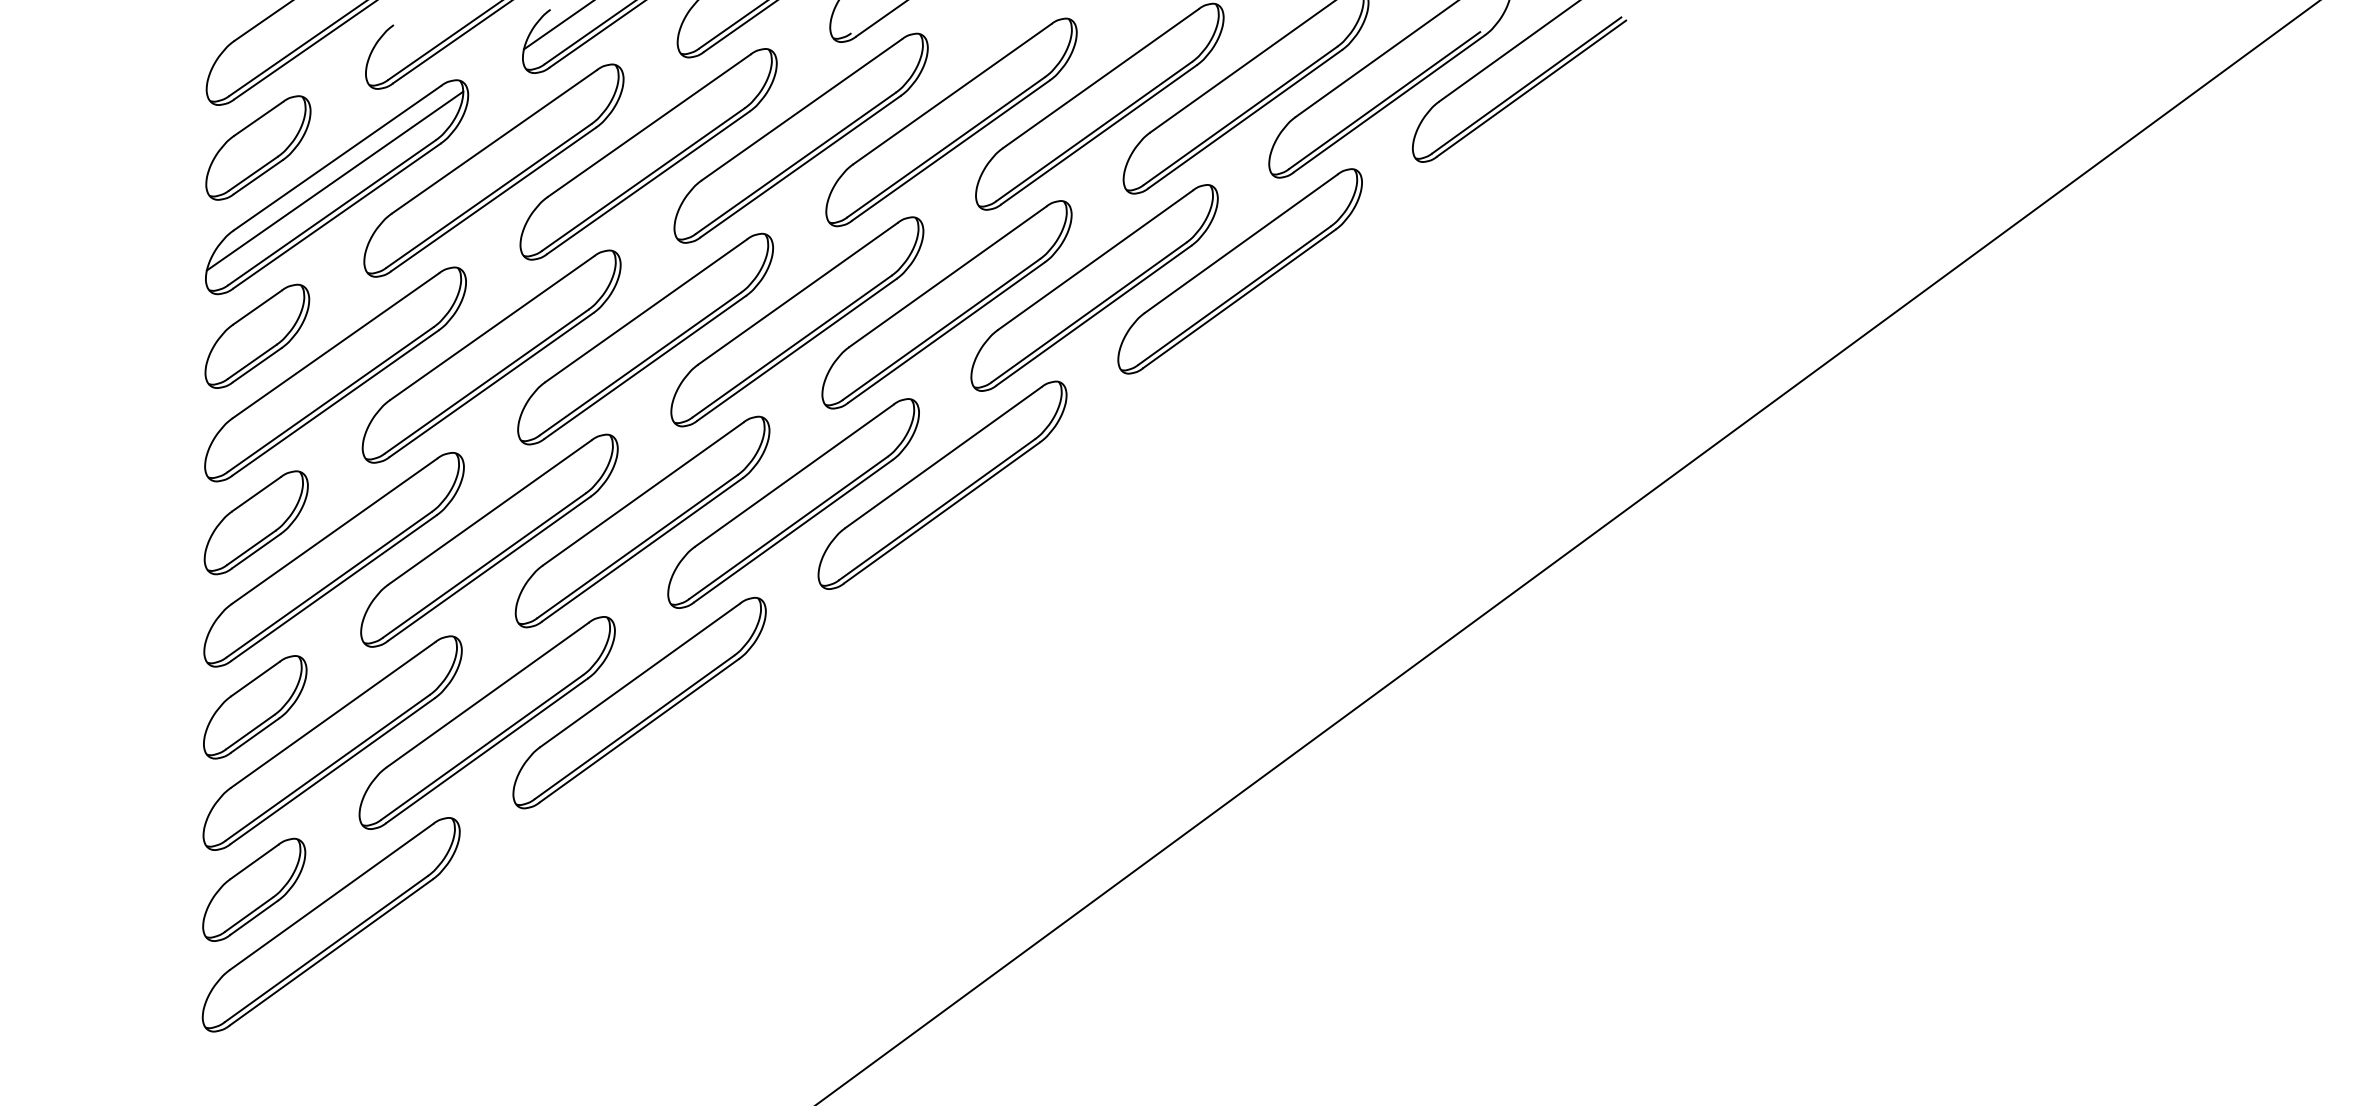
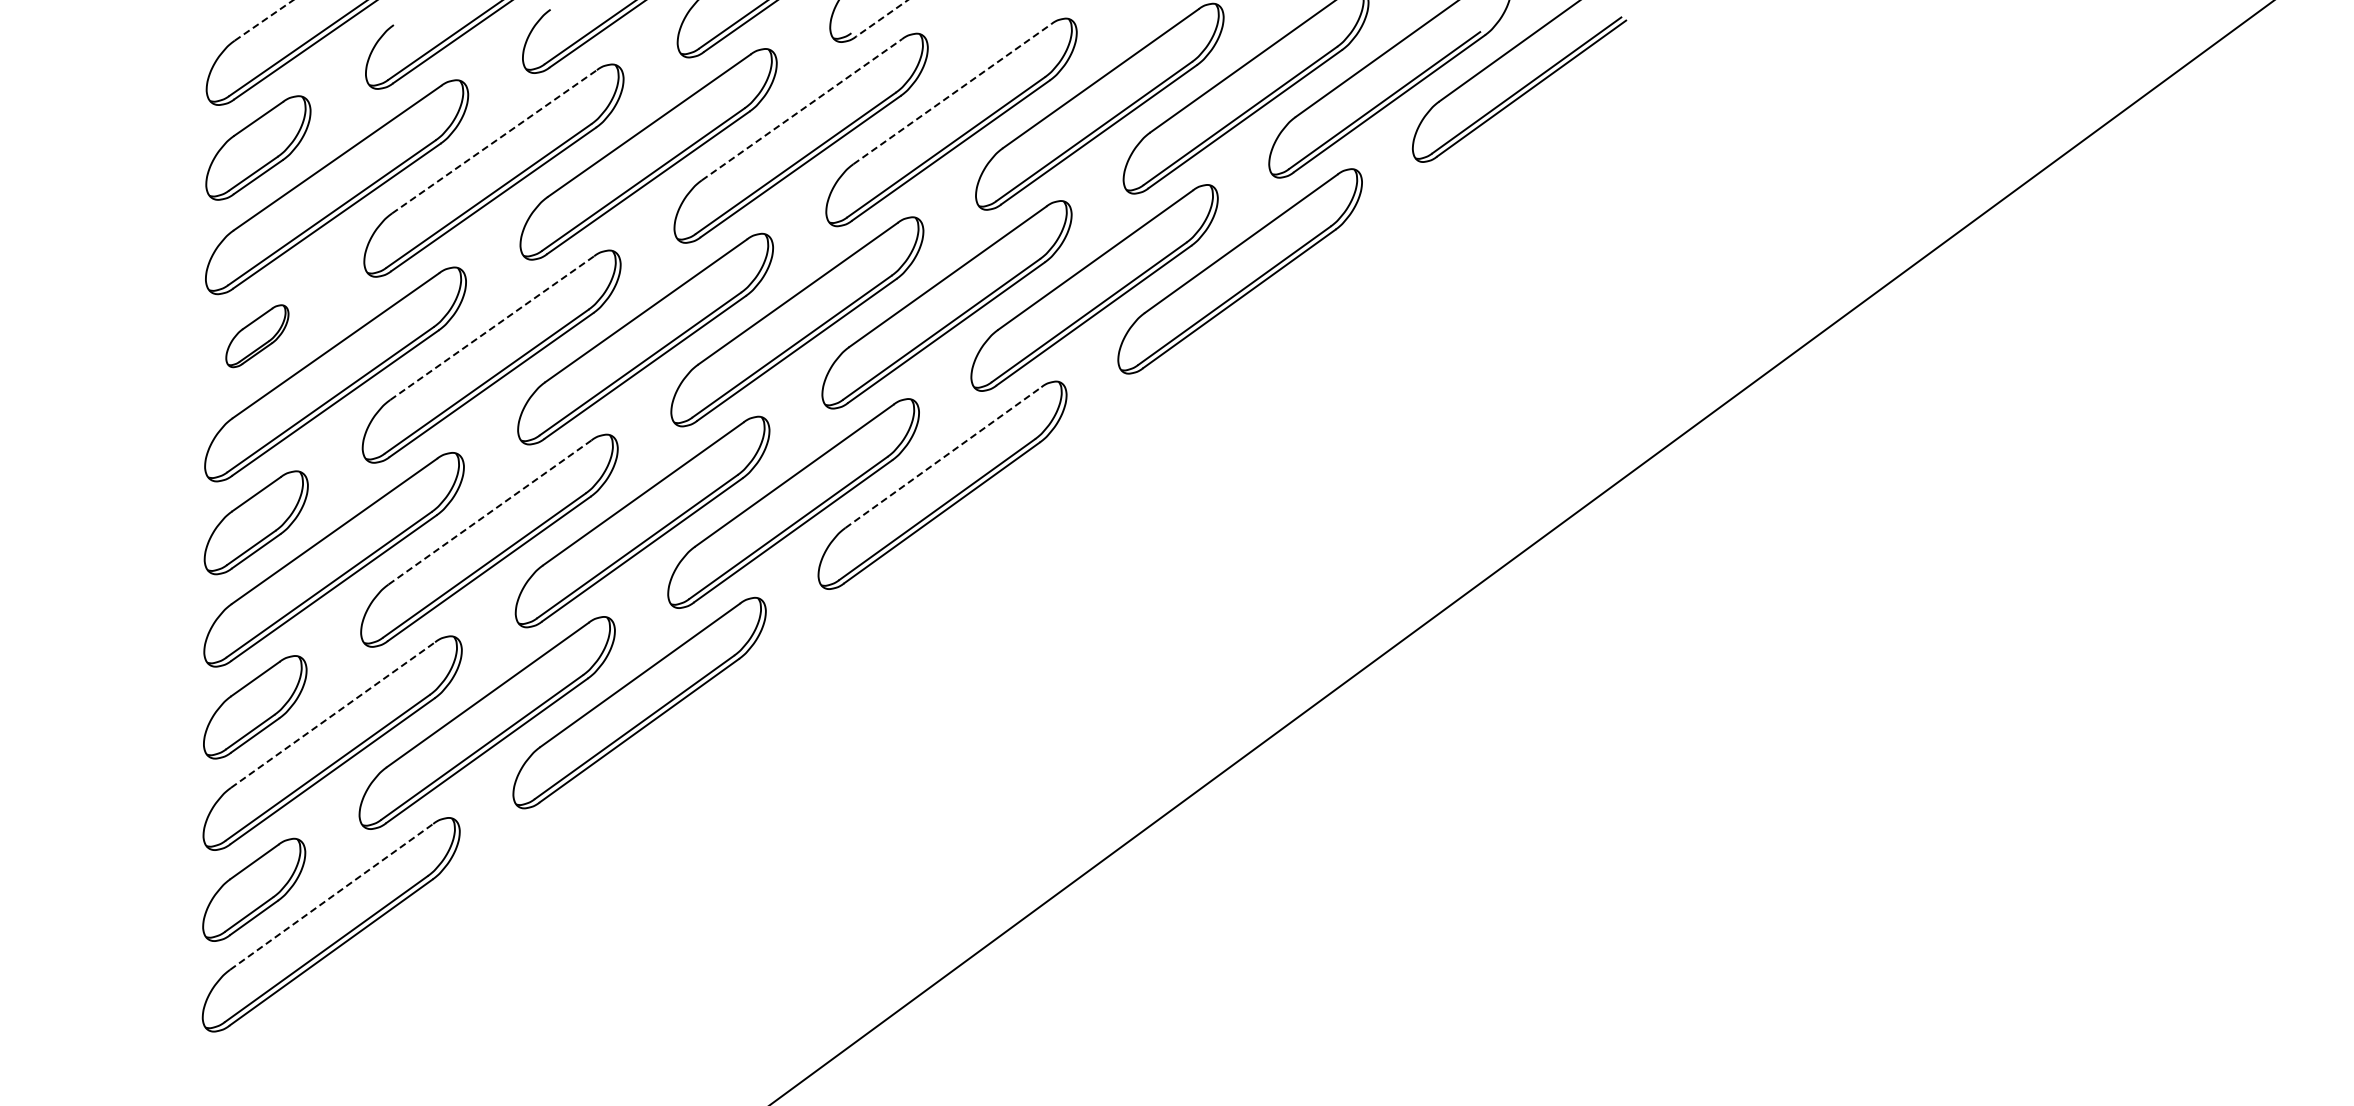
line at (881, 18): solid -> dashed
line at (264, 20): solid -> dashed
line at (557, 25): present -> none
line at (952, 93): solid -> dashed
line at (802, 109): solid -> dashed
line at (494, 141): solid -> dashed
line at (334, 180): present -> none
line at (492, 328): solid -> dashed
part at (257, 335) size: 107x106 px -> 65x65 px
line at (943, 457): solid -> dashed
line at (490, 512): solid -> dashed
line at (1568, 552) position: (1568, 552) -> (1522, 552)
line at (333, 714): solid -> dashed
line at (331, 896): solid -> dashed
